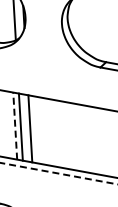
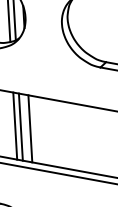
line at (9, 22): none -> present
line at (15, 126): dashed -> solid
line at (58, 173): dashed -> solid
